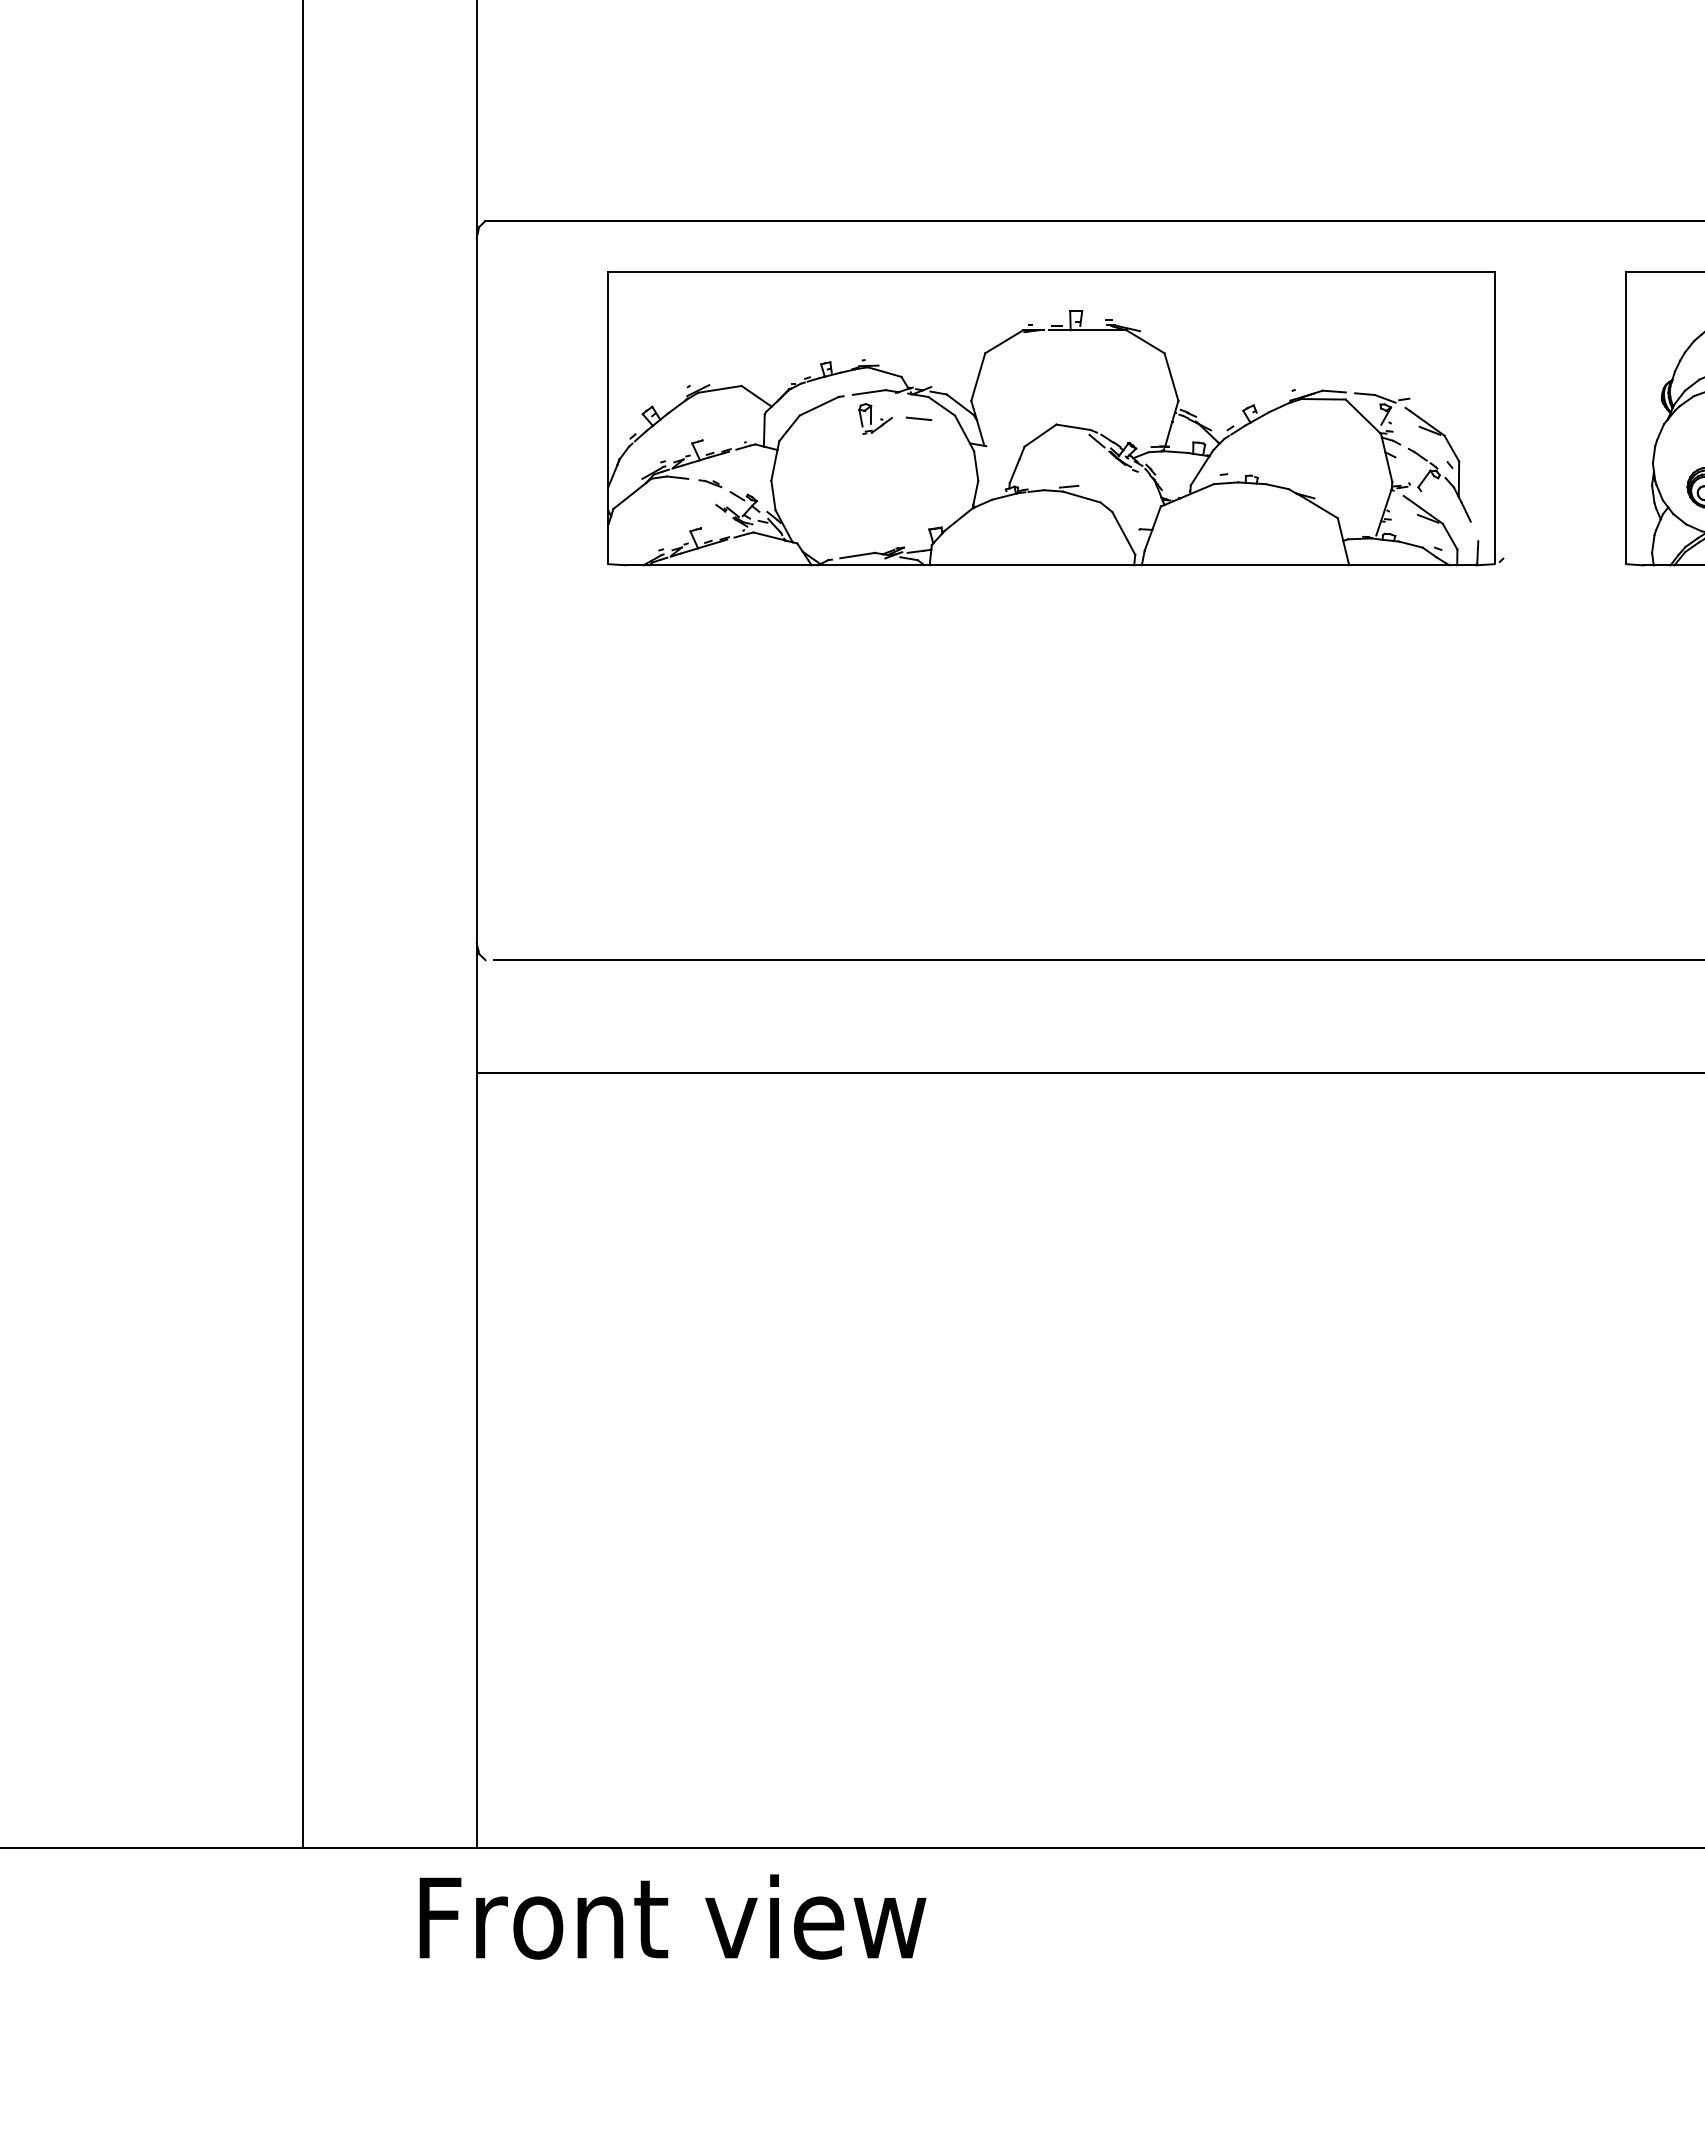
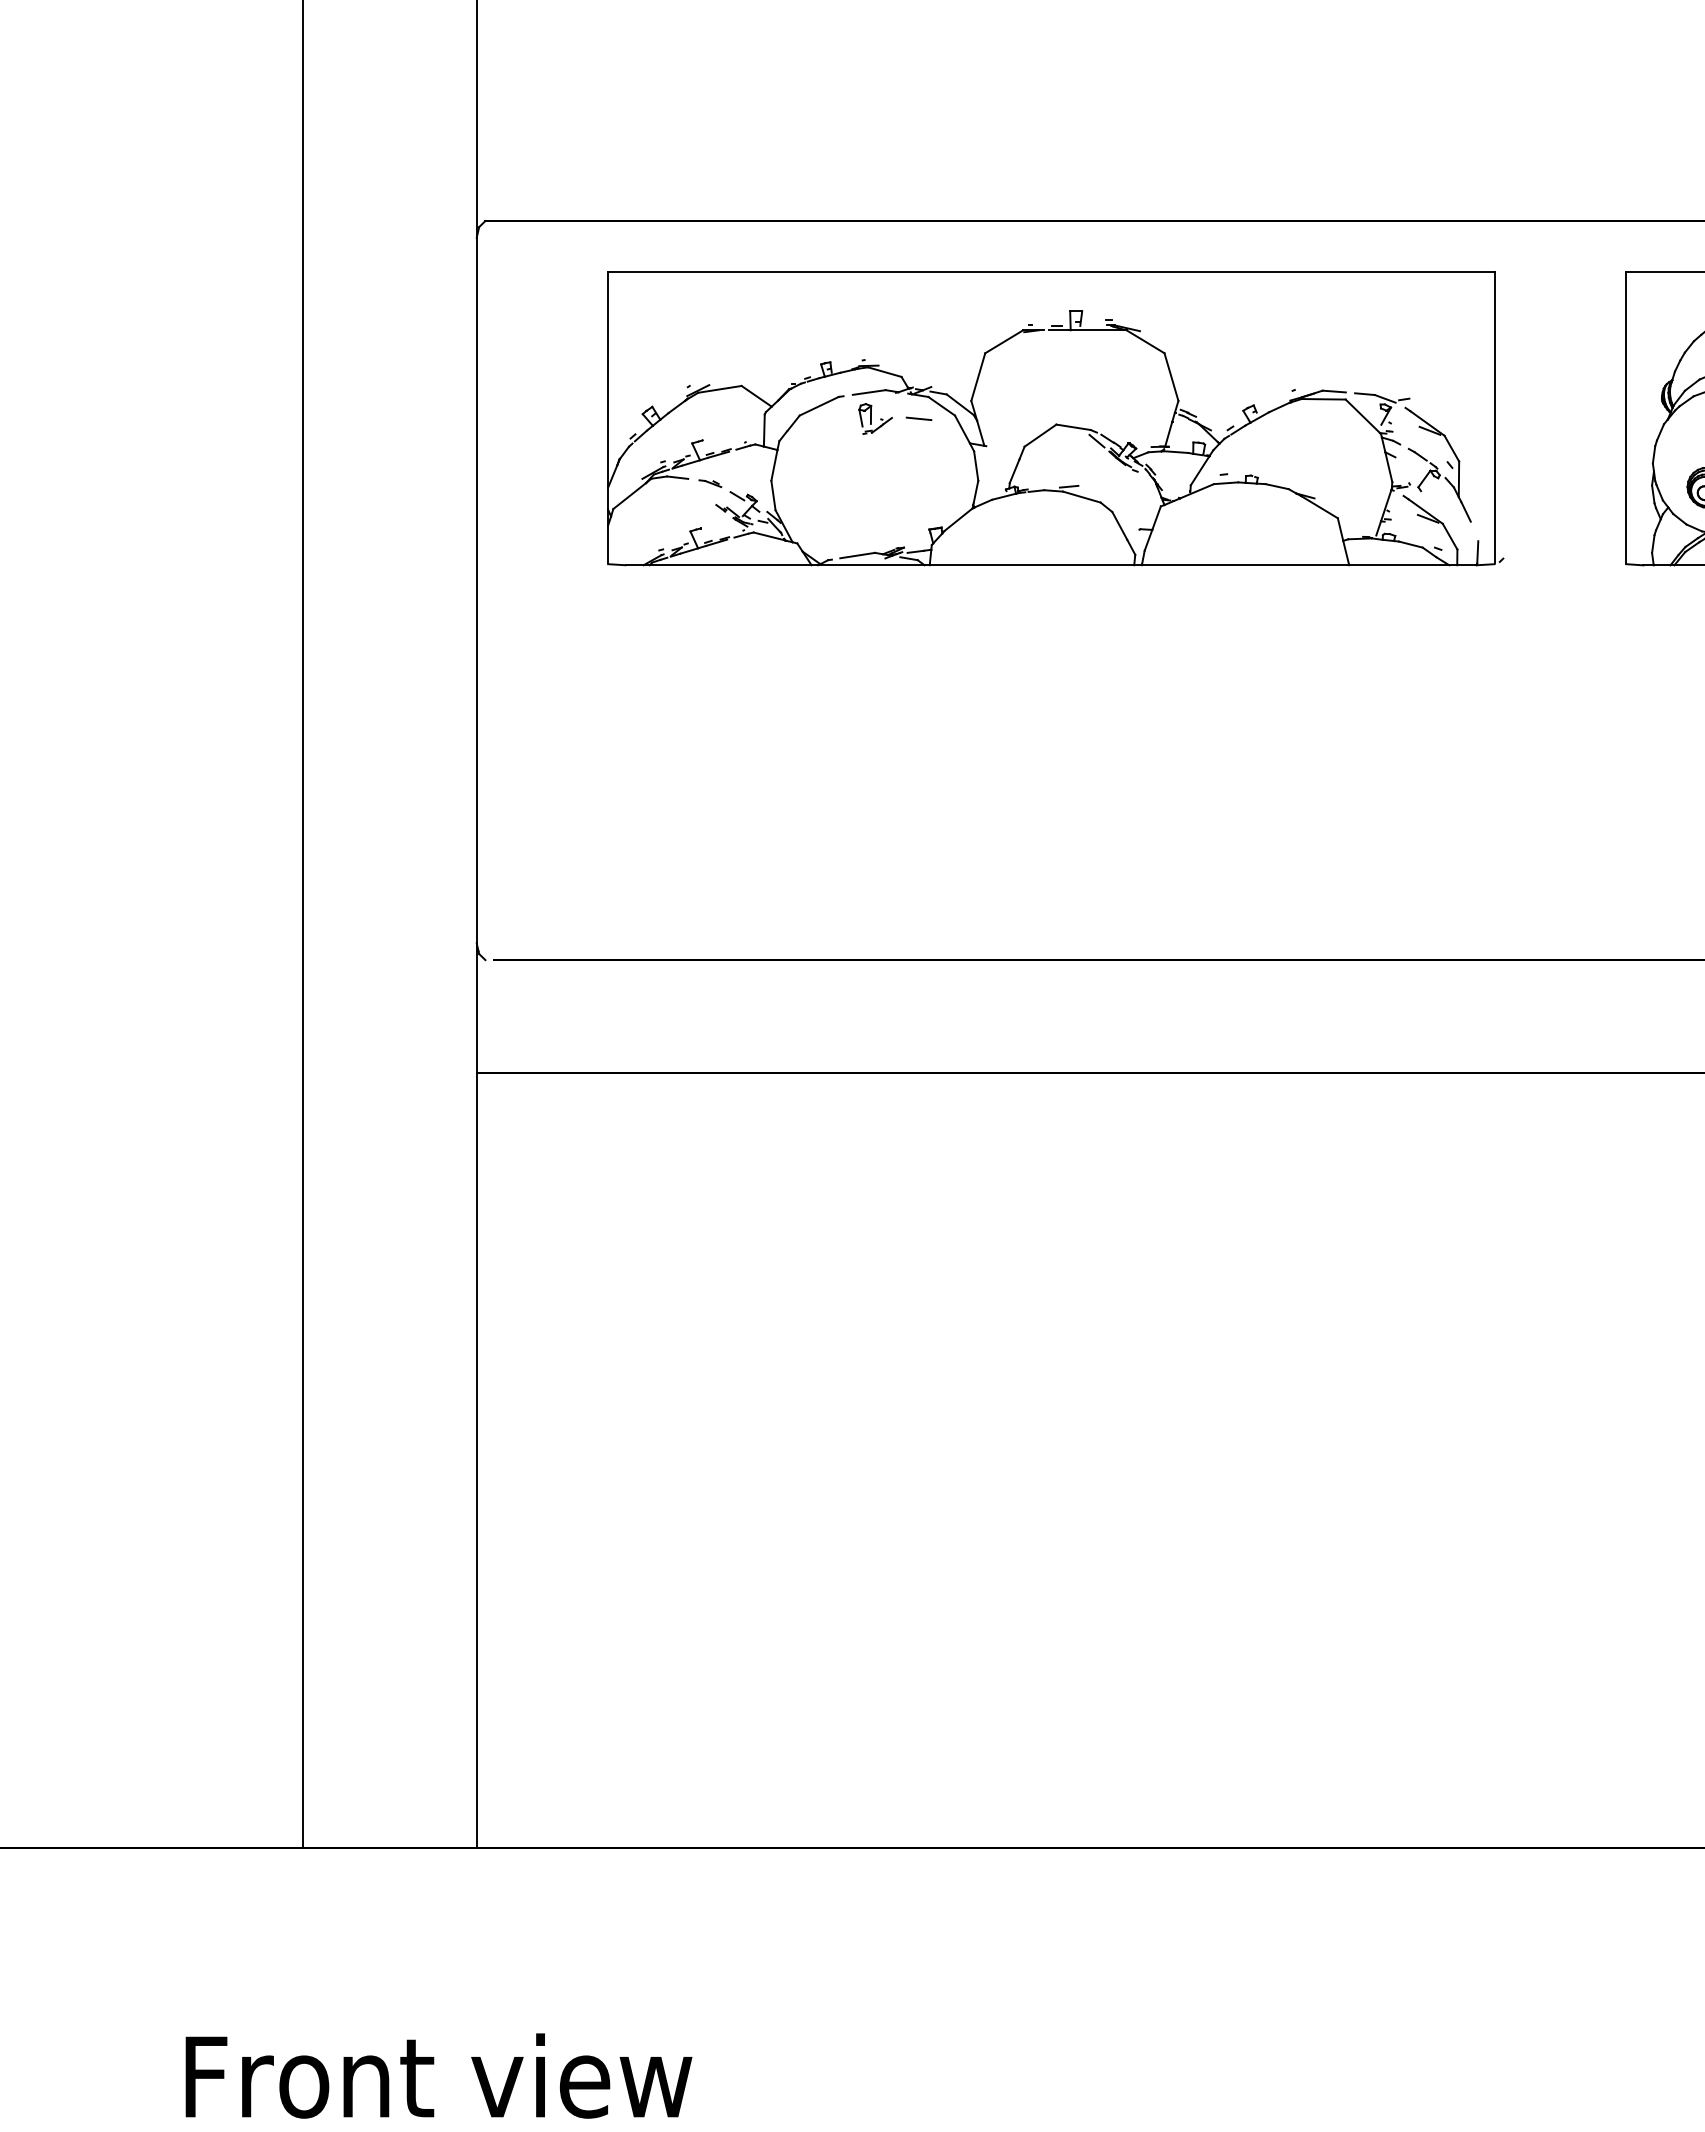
text at (672, 1916) position: (672, 1916) -> (438, 2075)
